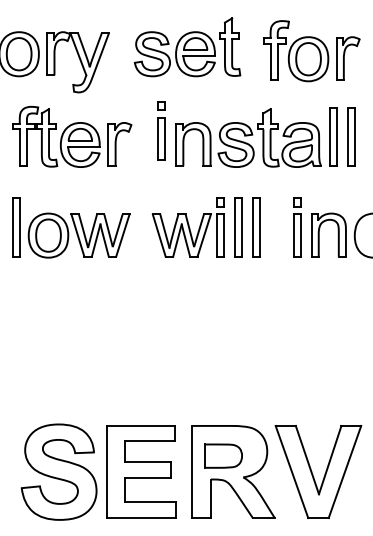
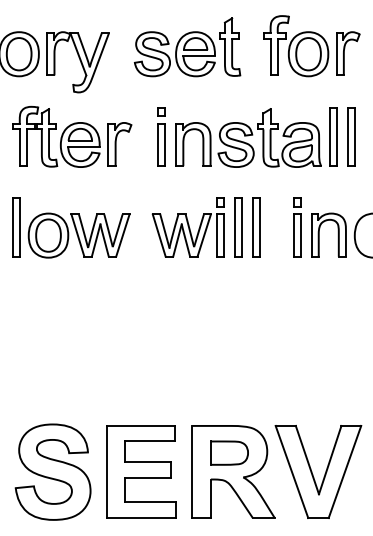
part at (311, 51) position: (311, 51) -> (311, 46)
part at (161, 130) position: (161, 130) -> (161, 136)
part at (223, 455) position: (223, 455) -> (229, 452)
part at (58, 471) position: (58, 471) -> (52, 471)
